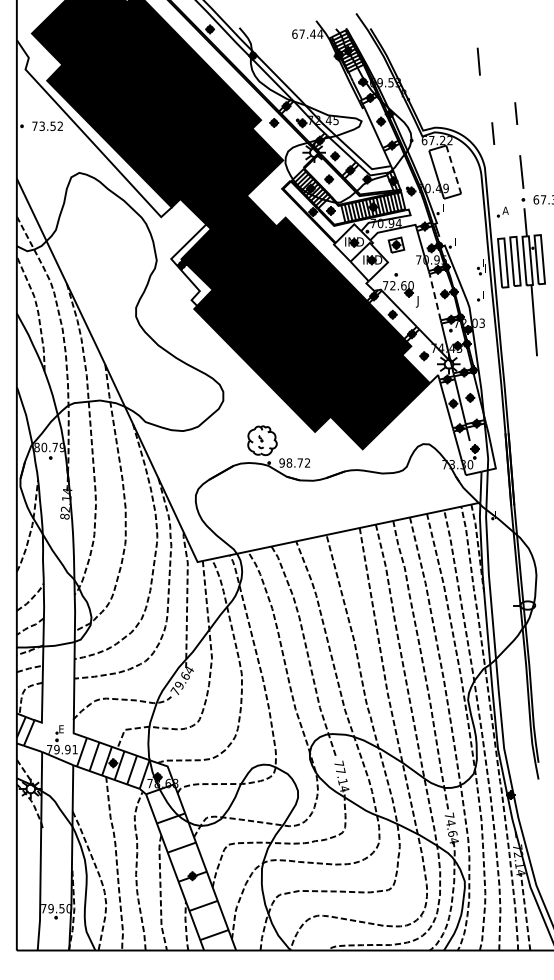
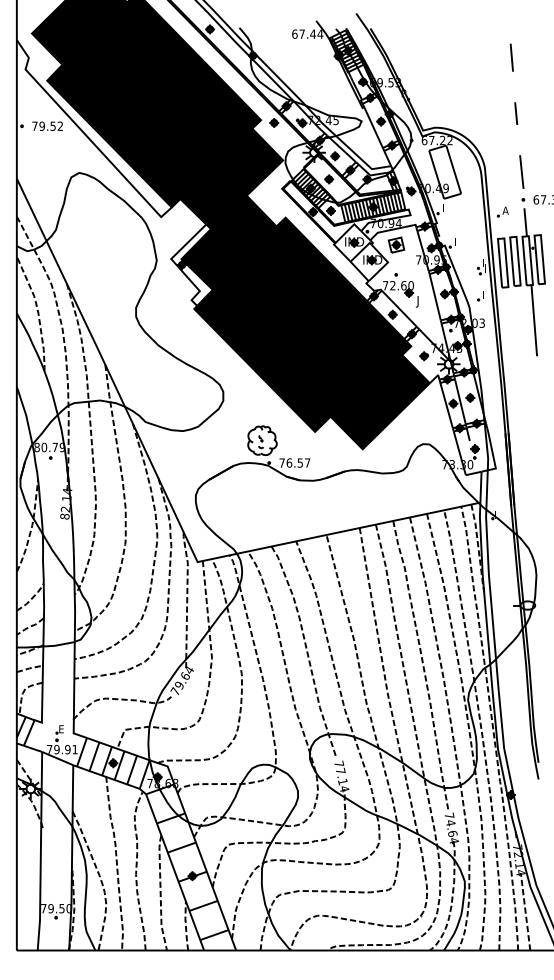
line at (478, 61) position: (478, 61) -> (511, 57)
text at (41, 125): 73.52 -> 79.52
line at (493, 133): present -> none
line at (453, 170): dashed -> solid
line at (435, 296): dashed -> solid
text at (294, 462): 98.72 -> 76.57
